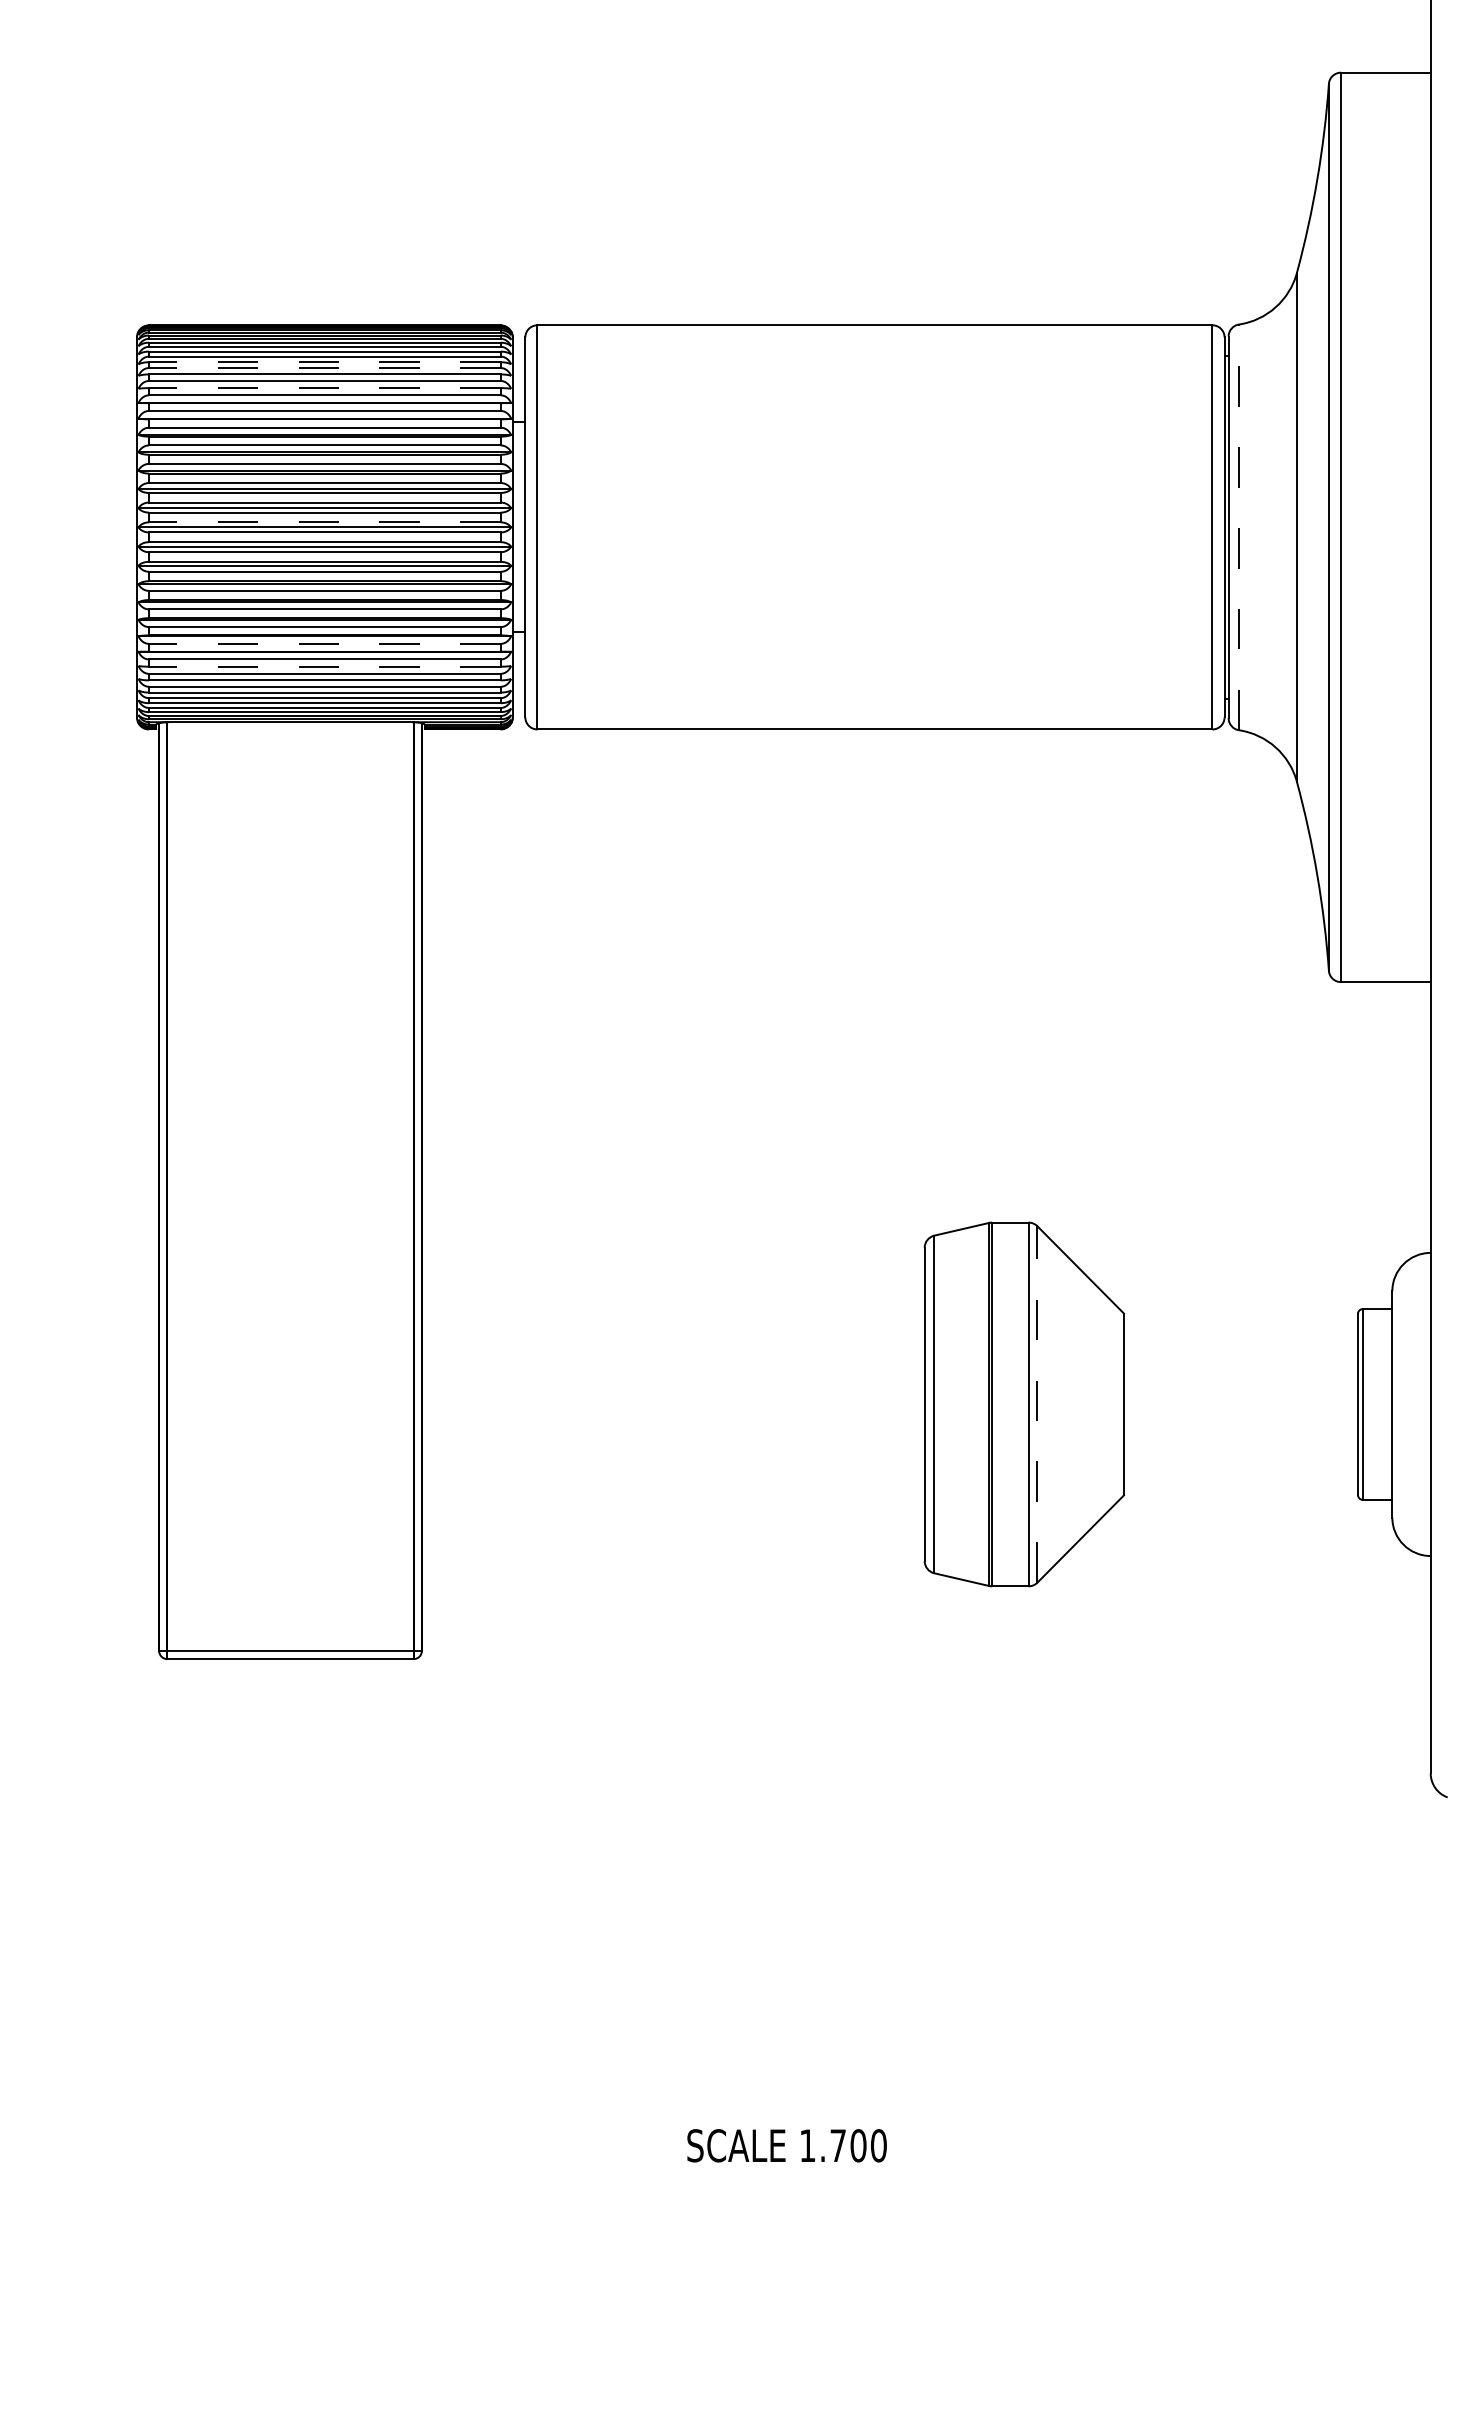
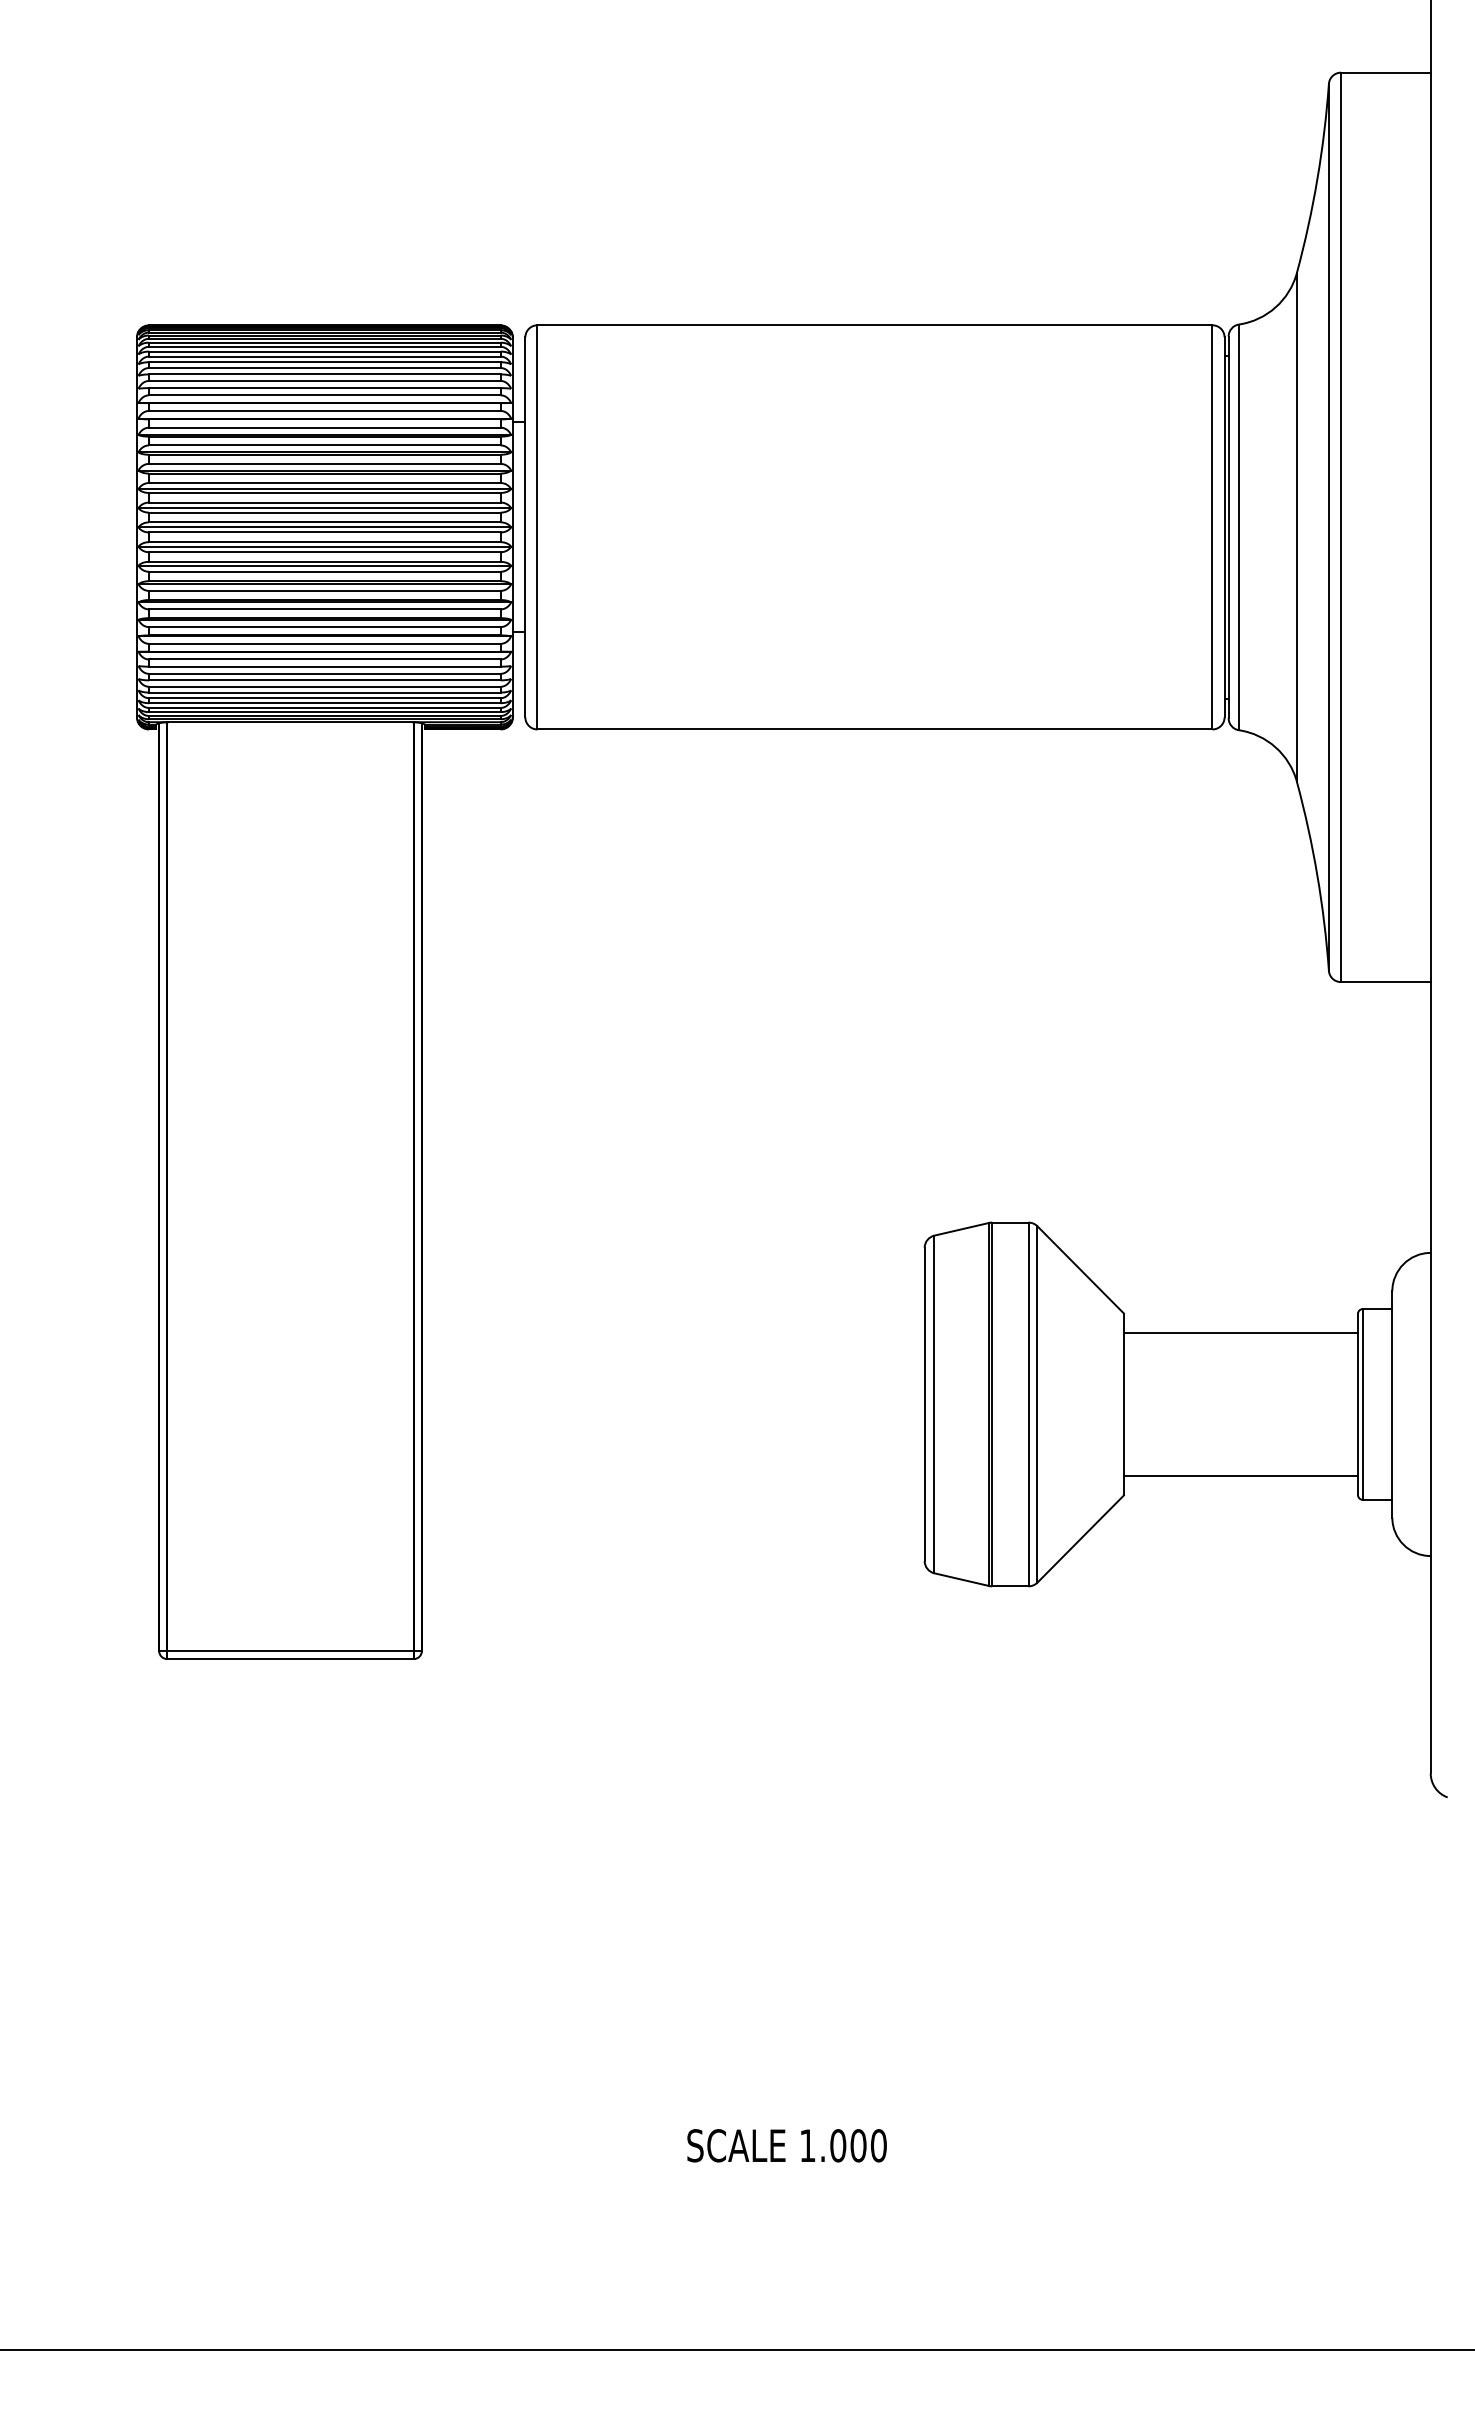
line at (324, 362): dashed -> solid
line at (324, 368): dashed -> solid
line at (324, 388): dashed -> solid
line at (324, 522): dashed -> solid
line at (1238, 527): dashed -> solid
line at (324, 643): dashed -> solid
line at (324, 666): dashed -> solid
line at (1240, 1332): none -> present
line at (1037, 1403): dashed -> solid
line at (1240, 1476): none -> present
text at (838, 2145): 1.700 -> 1.000
line at (736, 2350): none -> present
